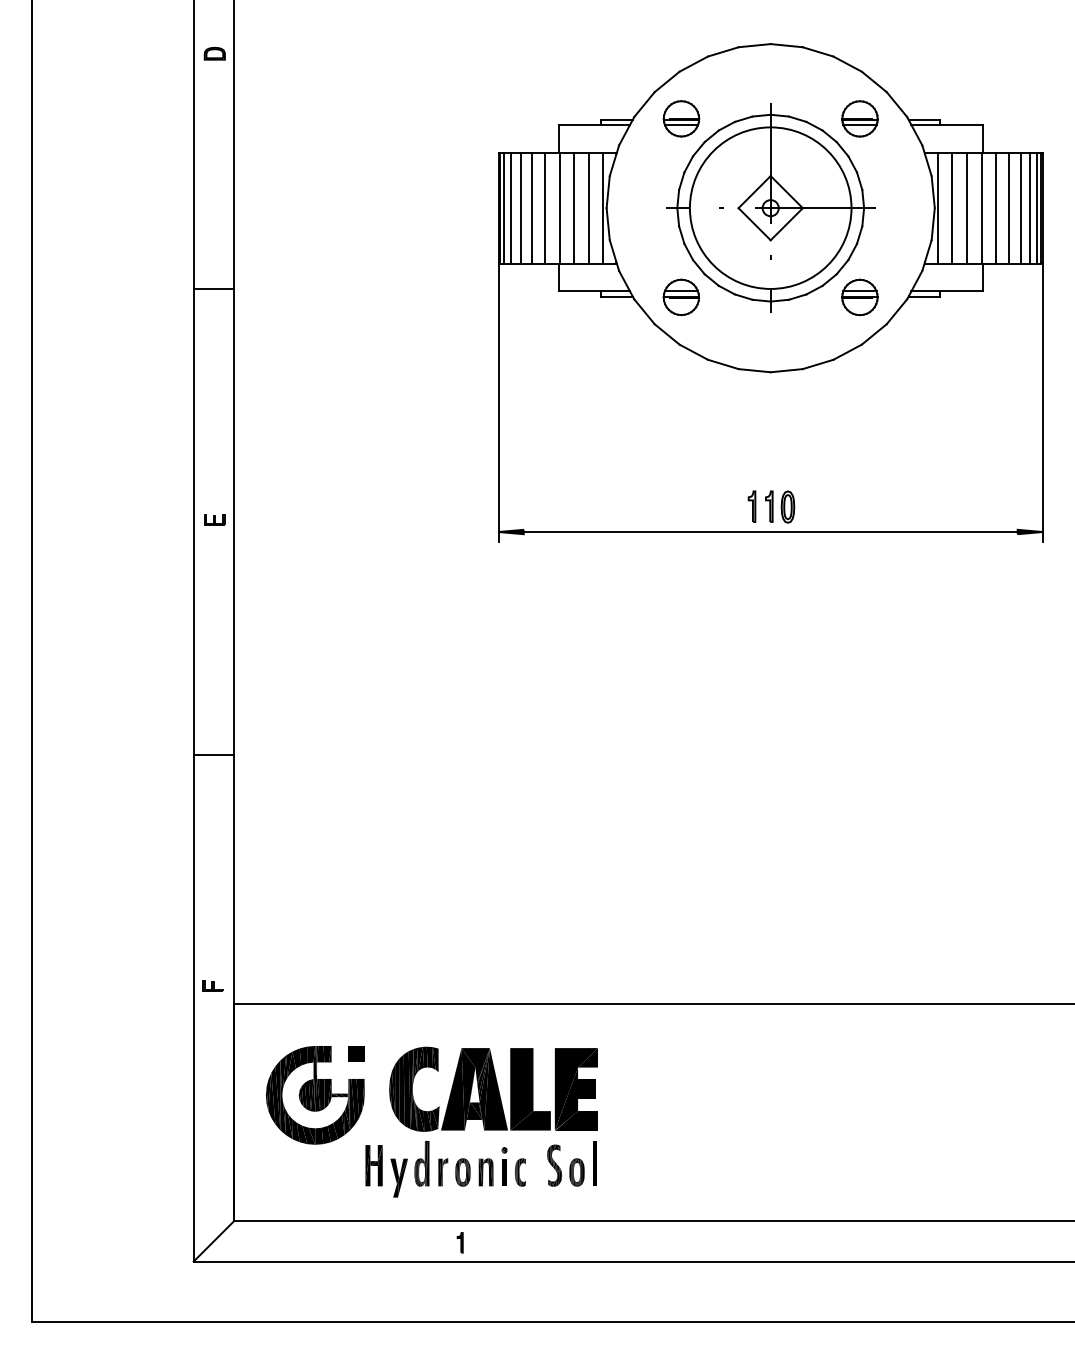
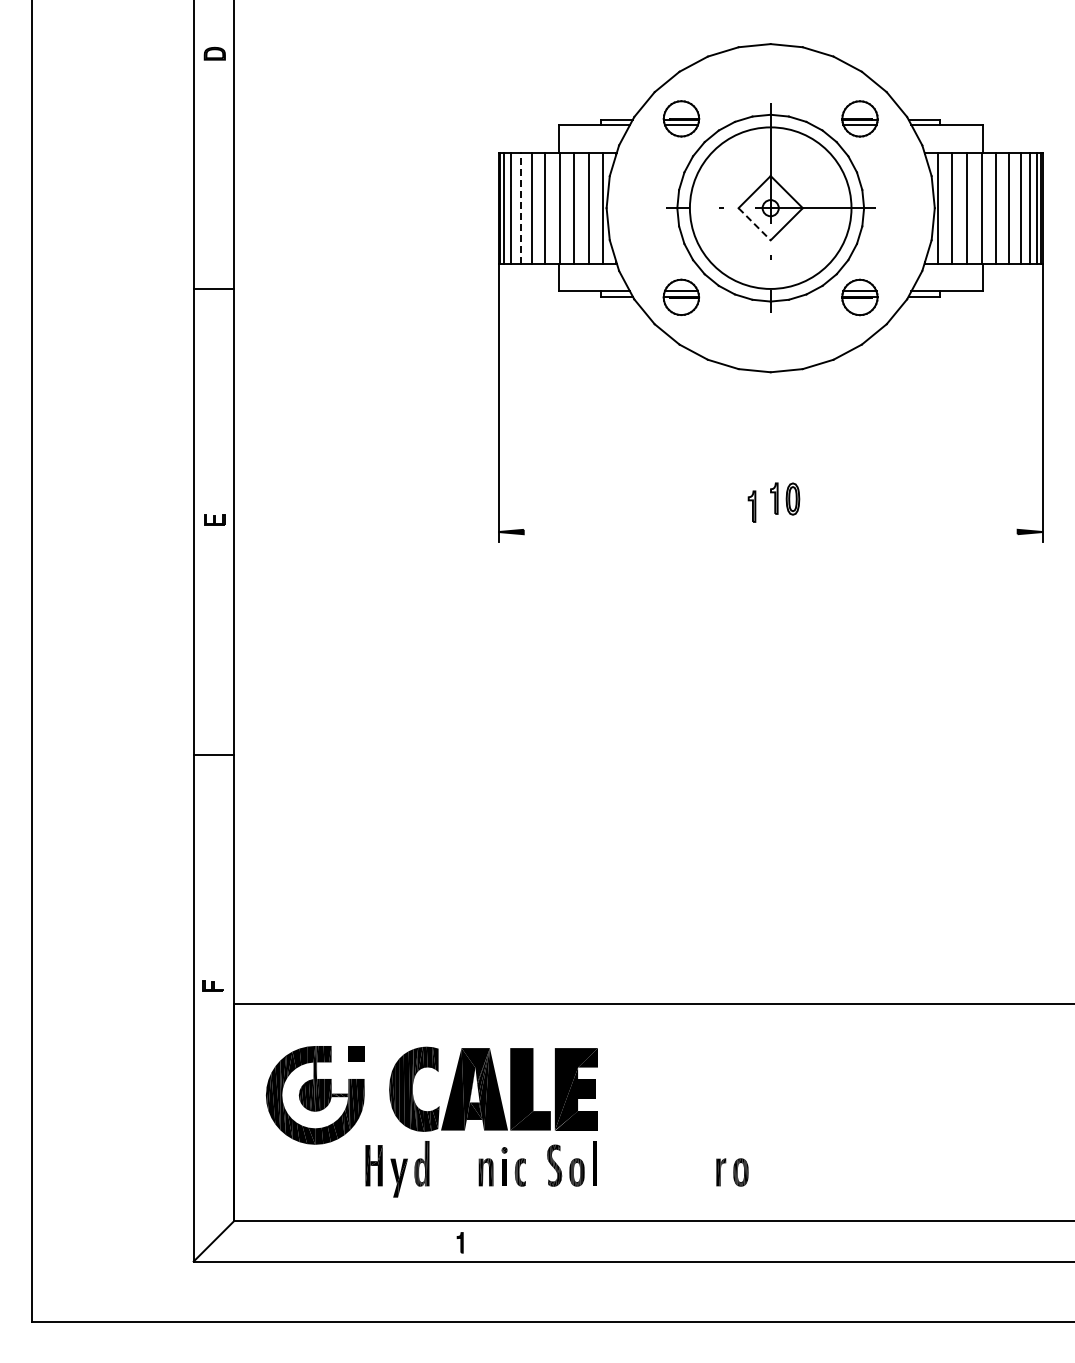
line at (520, 208): solid -> dashed
line at (754, 224): solid -> dashed
part at (780, 506) position: (780, 506) -> (785, 498)
line at (770, 532): present -> none
part at (454, 1172) position: (454, 1172) -> (732, 1172)
